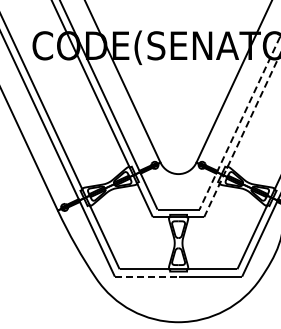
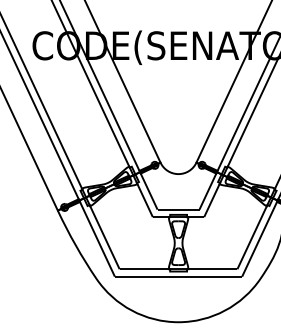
line at (278, 39): dashed -> solid
line at (146, 276): dashed -> solid
